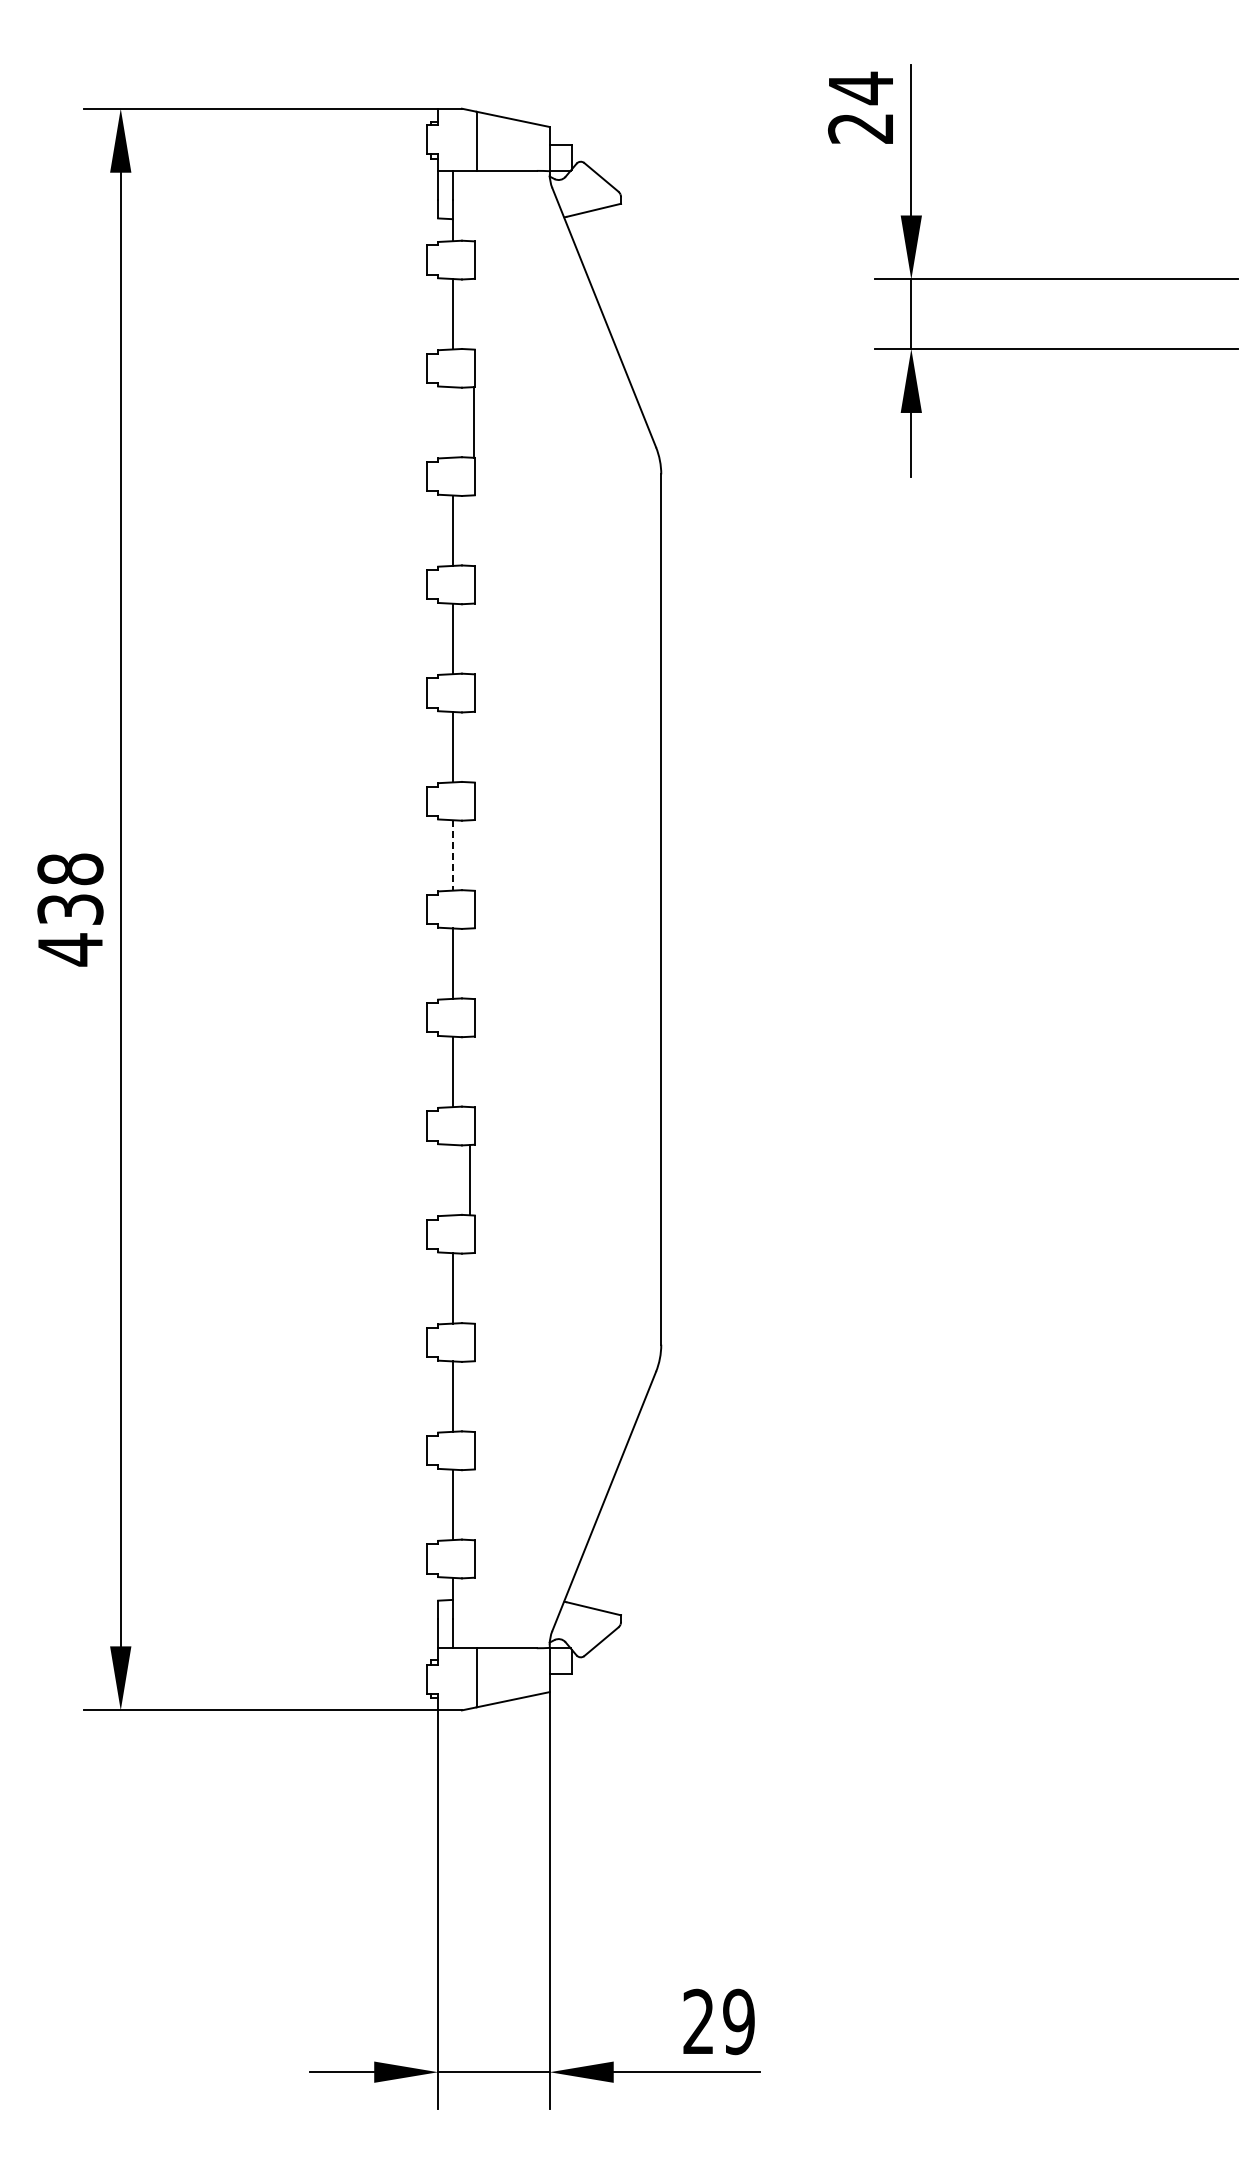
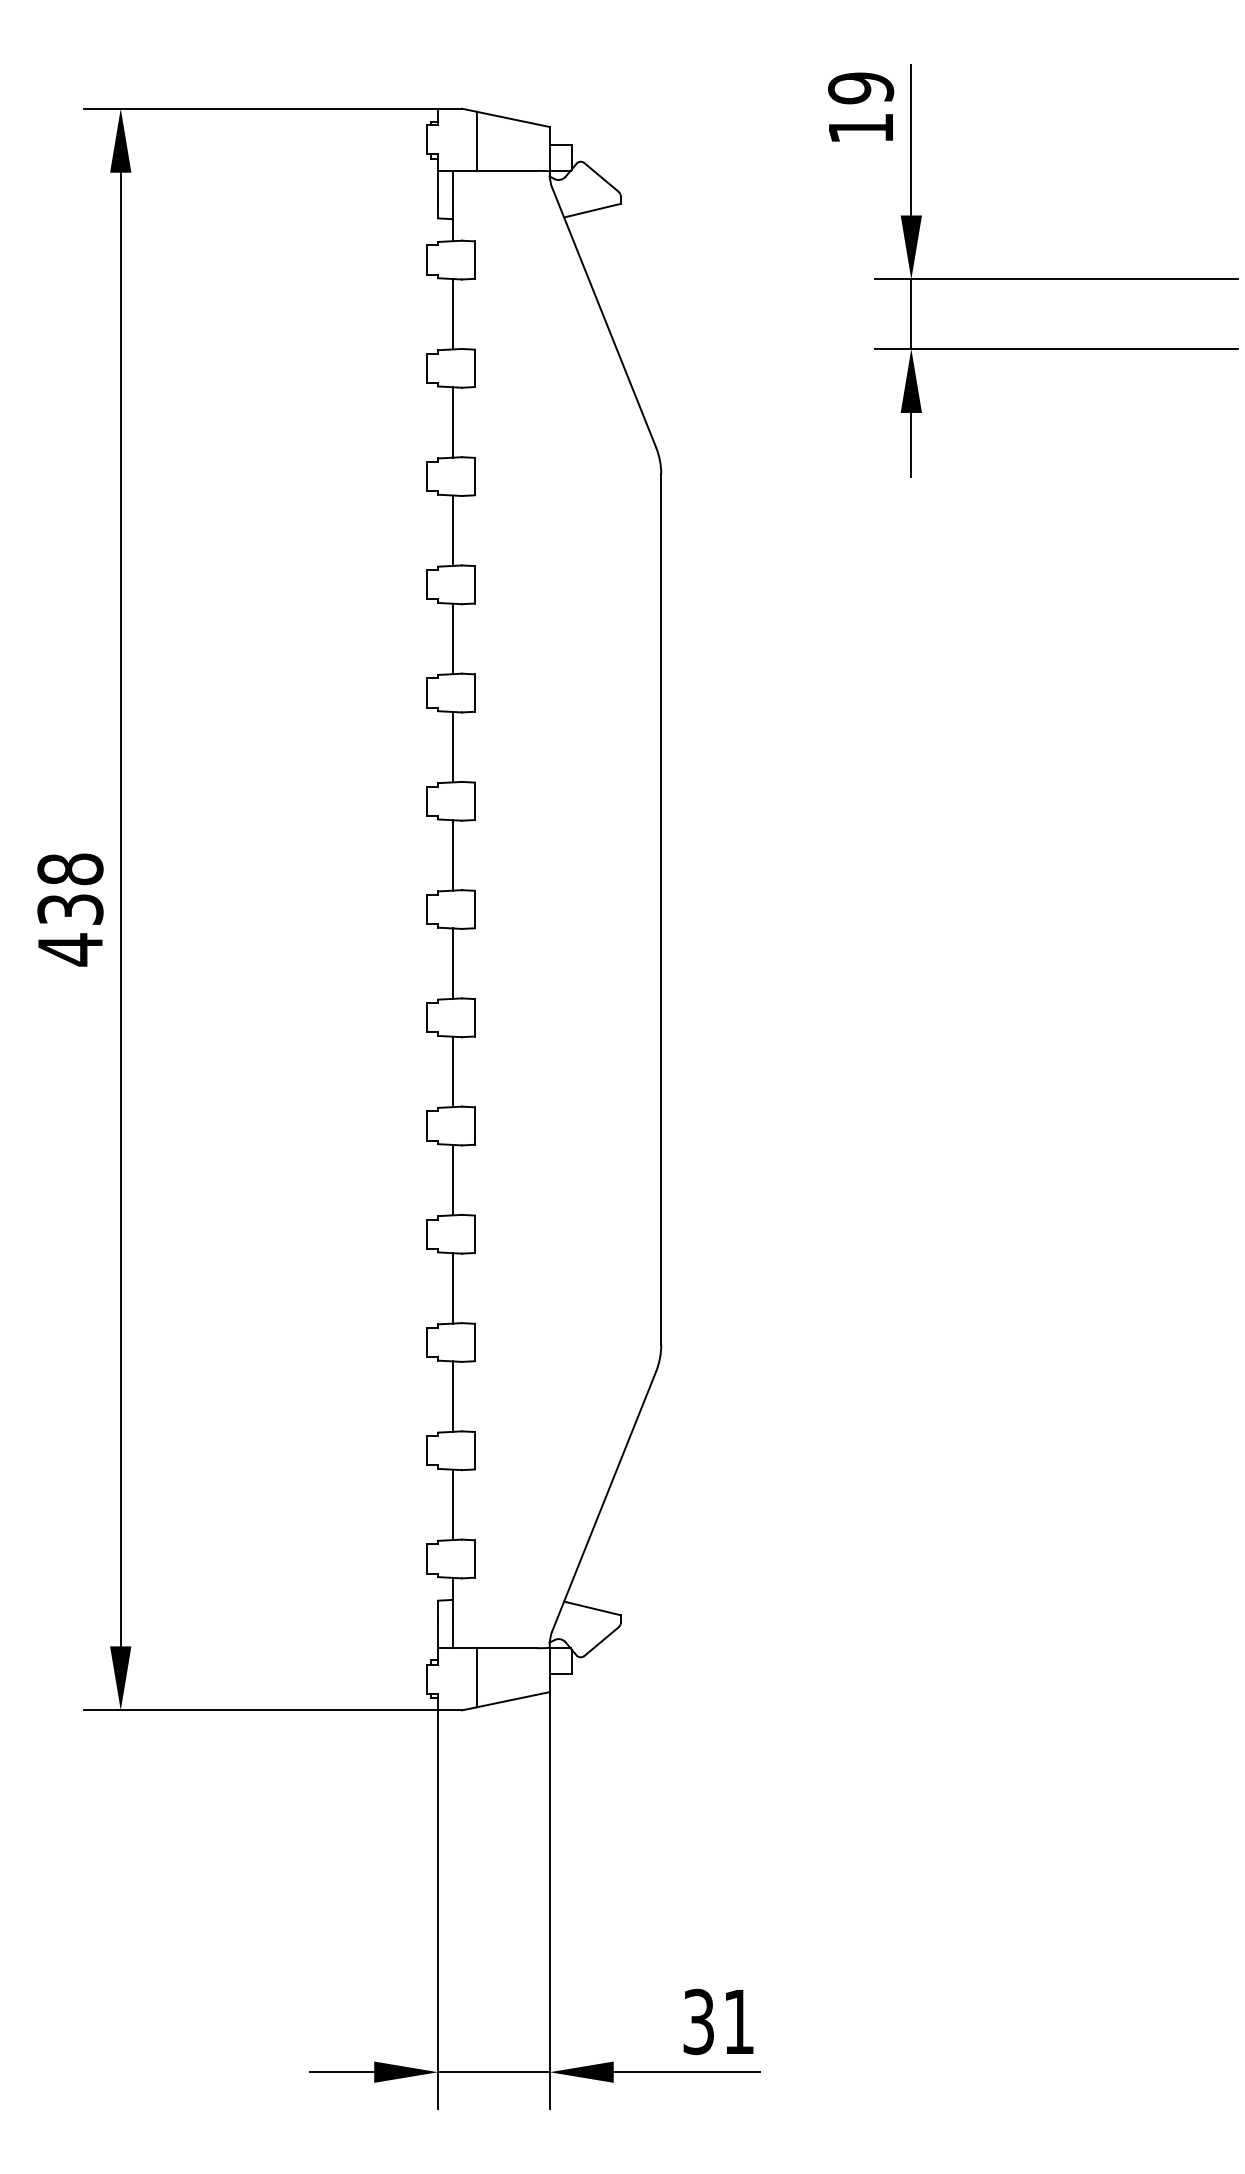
text at (861, 107): 24 -> 19
line at (473, 422) position: (473, 422) -> (452, 422)
line at (452, 855): dashed -> solid
line at (469, 1179) position: (469, 1179) -> (452, 1179)
text at (718, 2021): 29 -> 31
